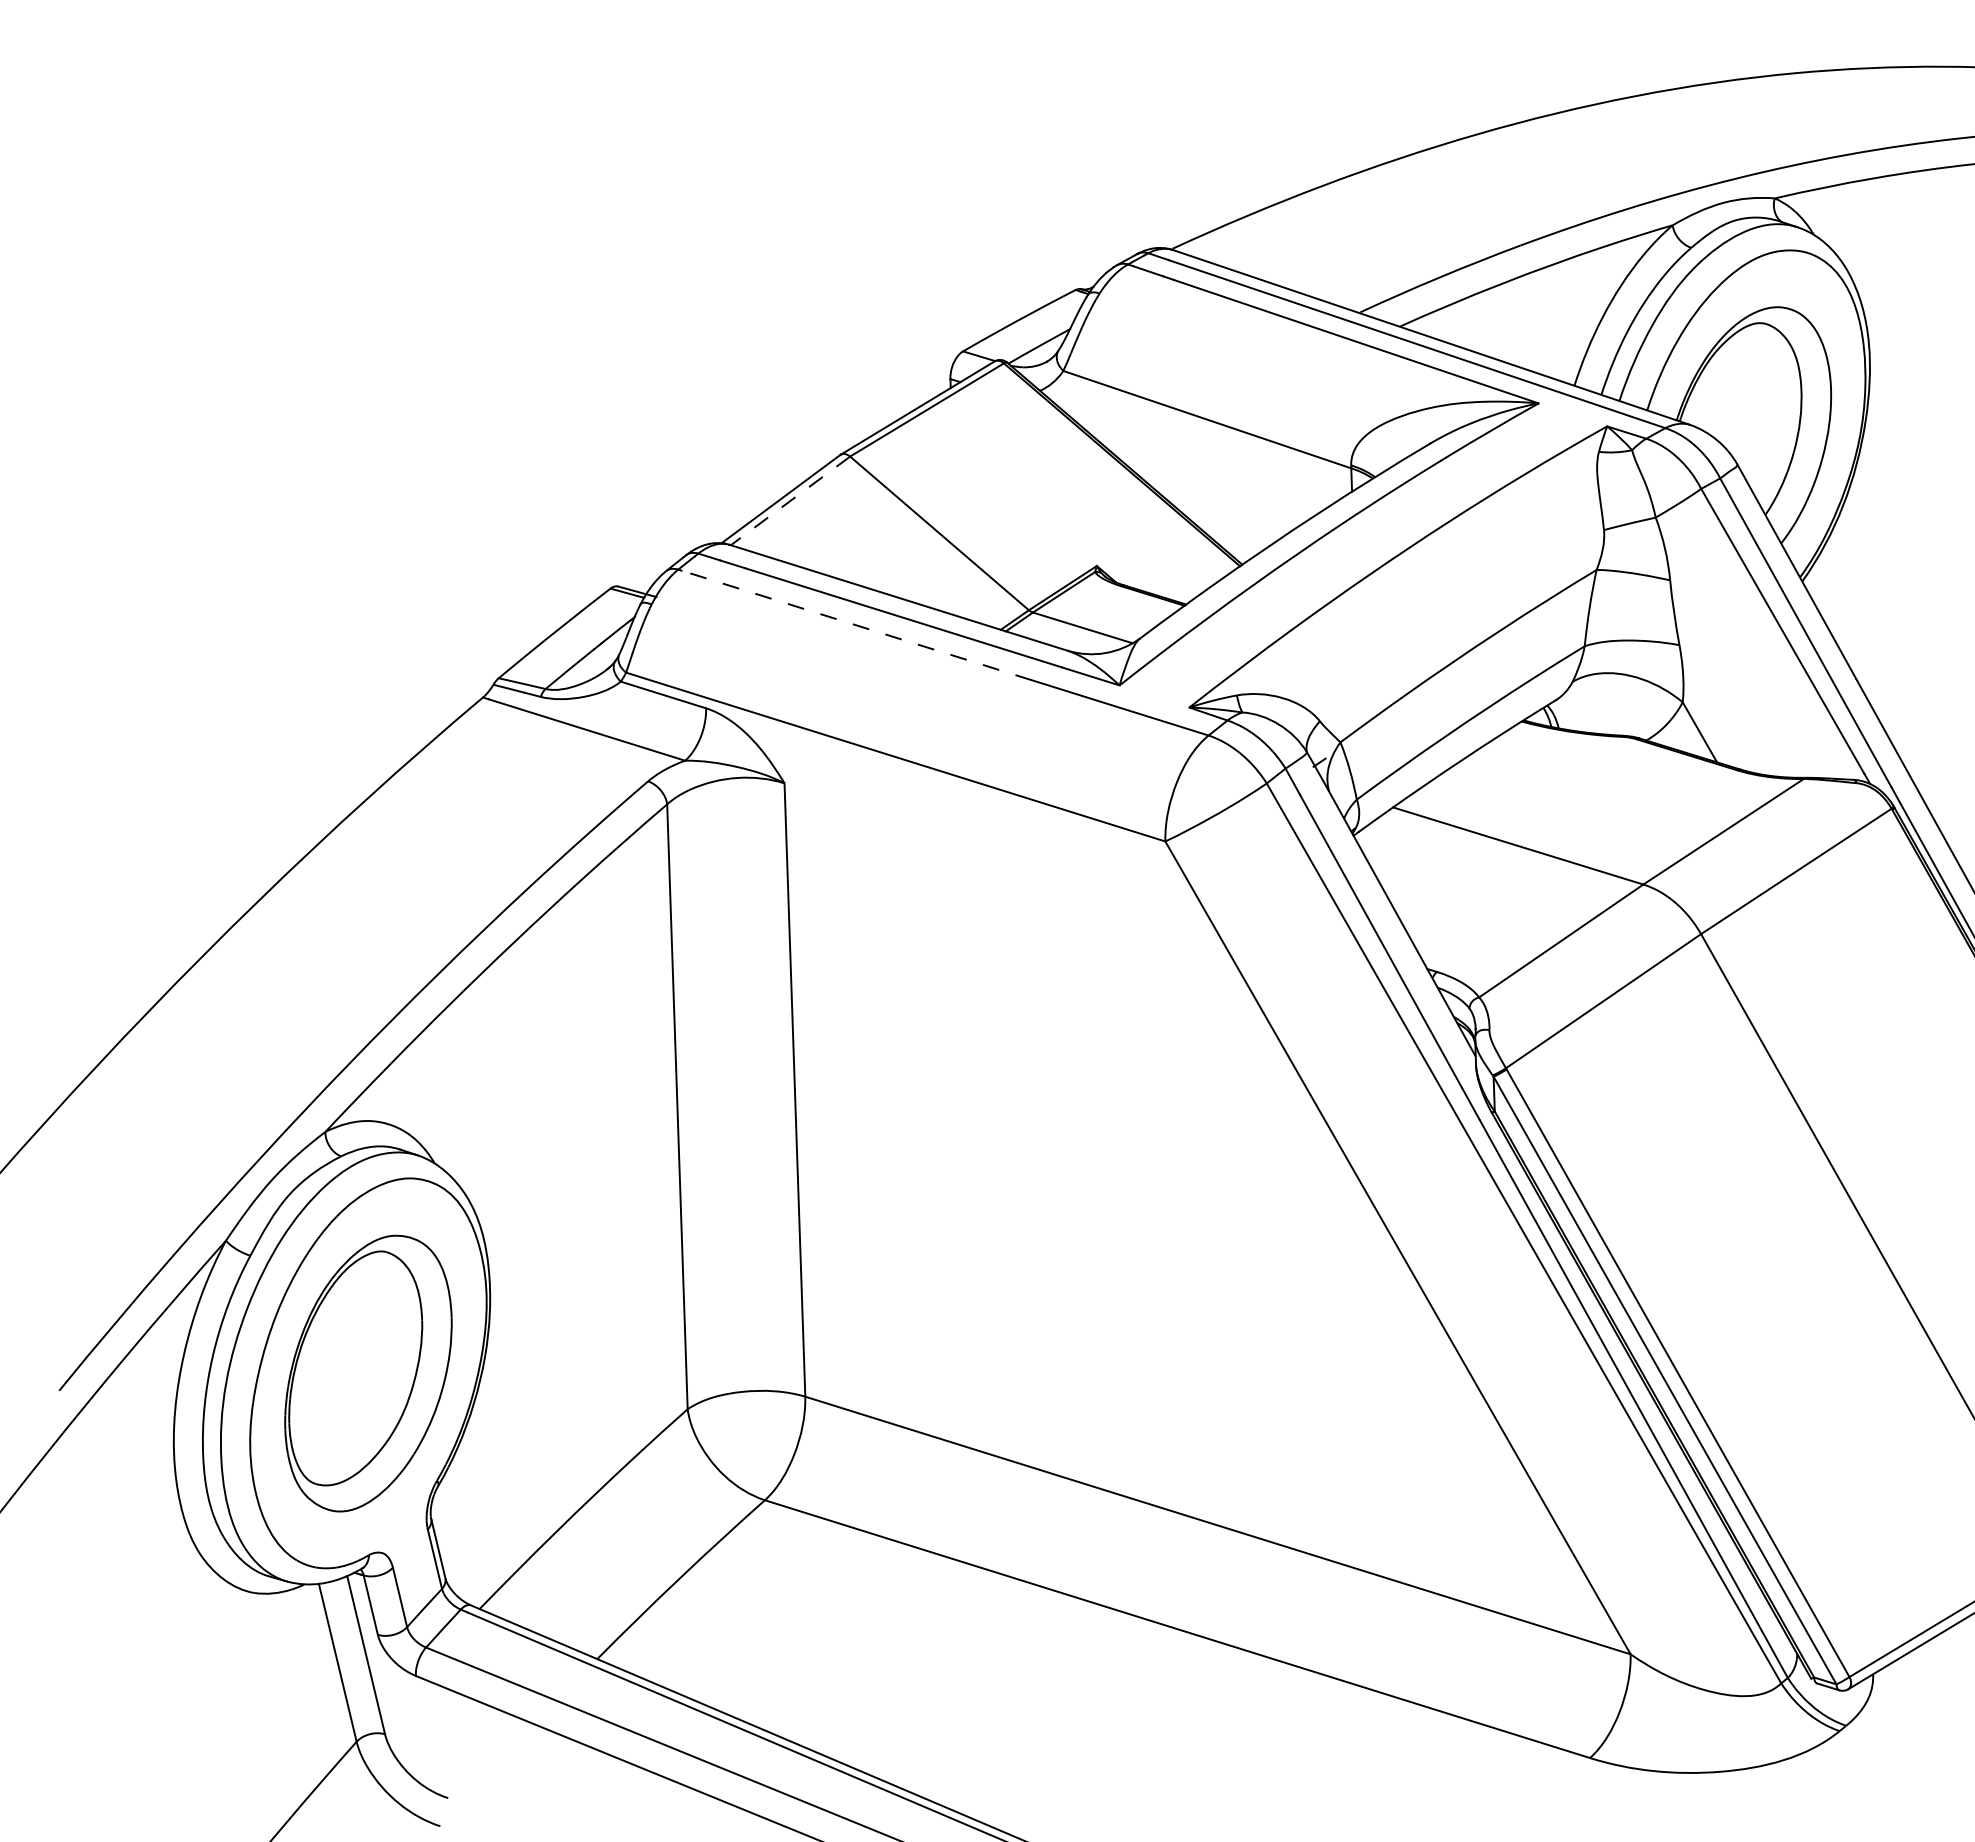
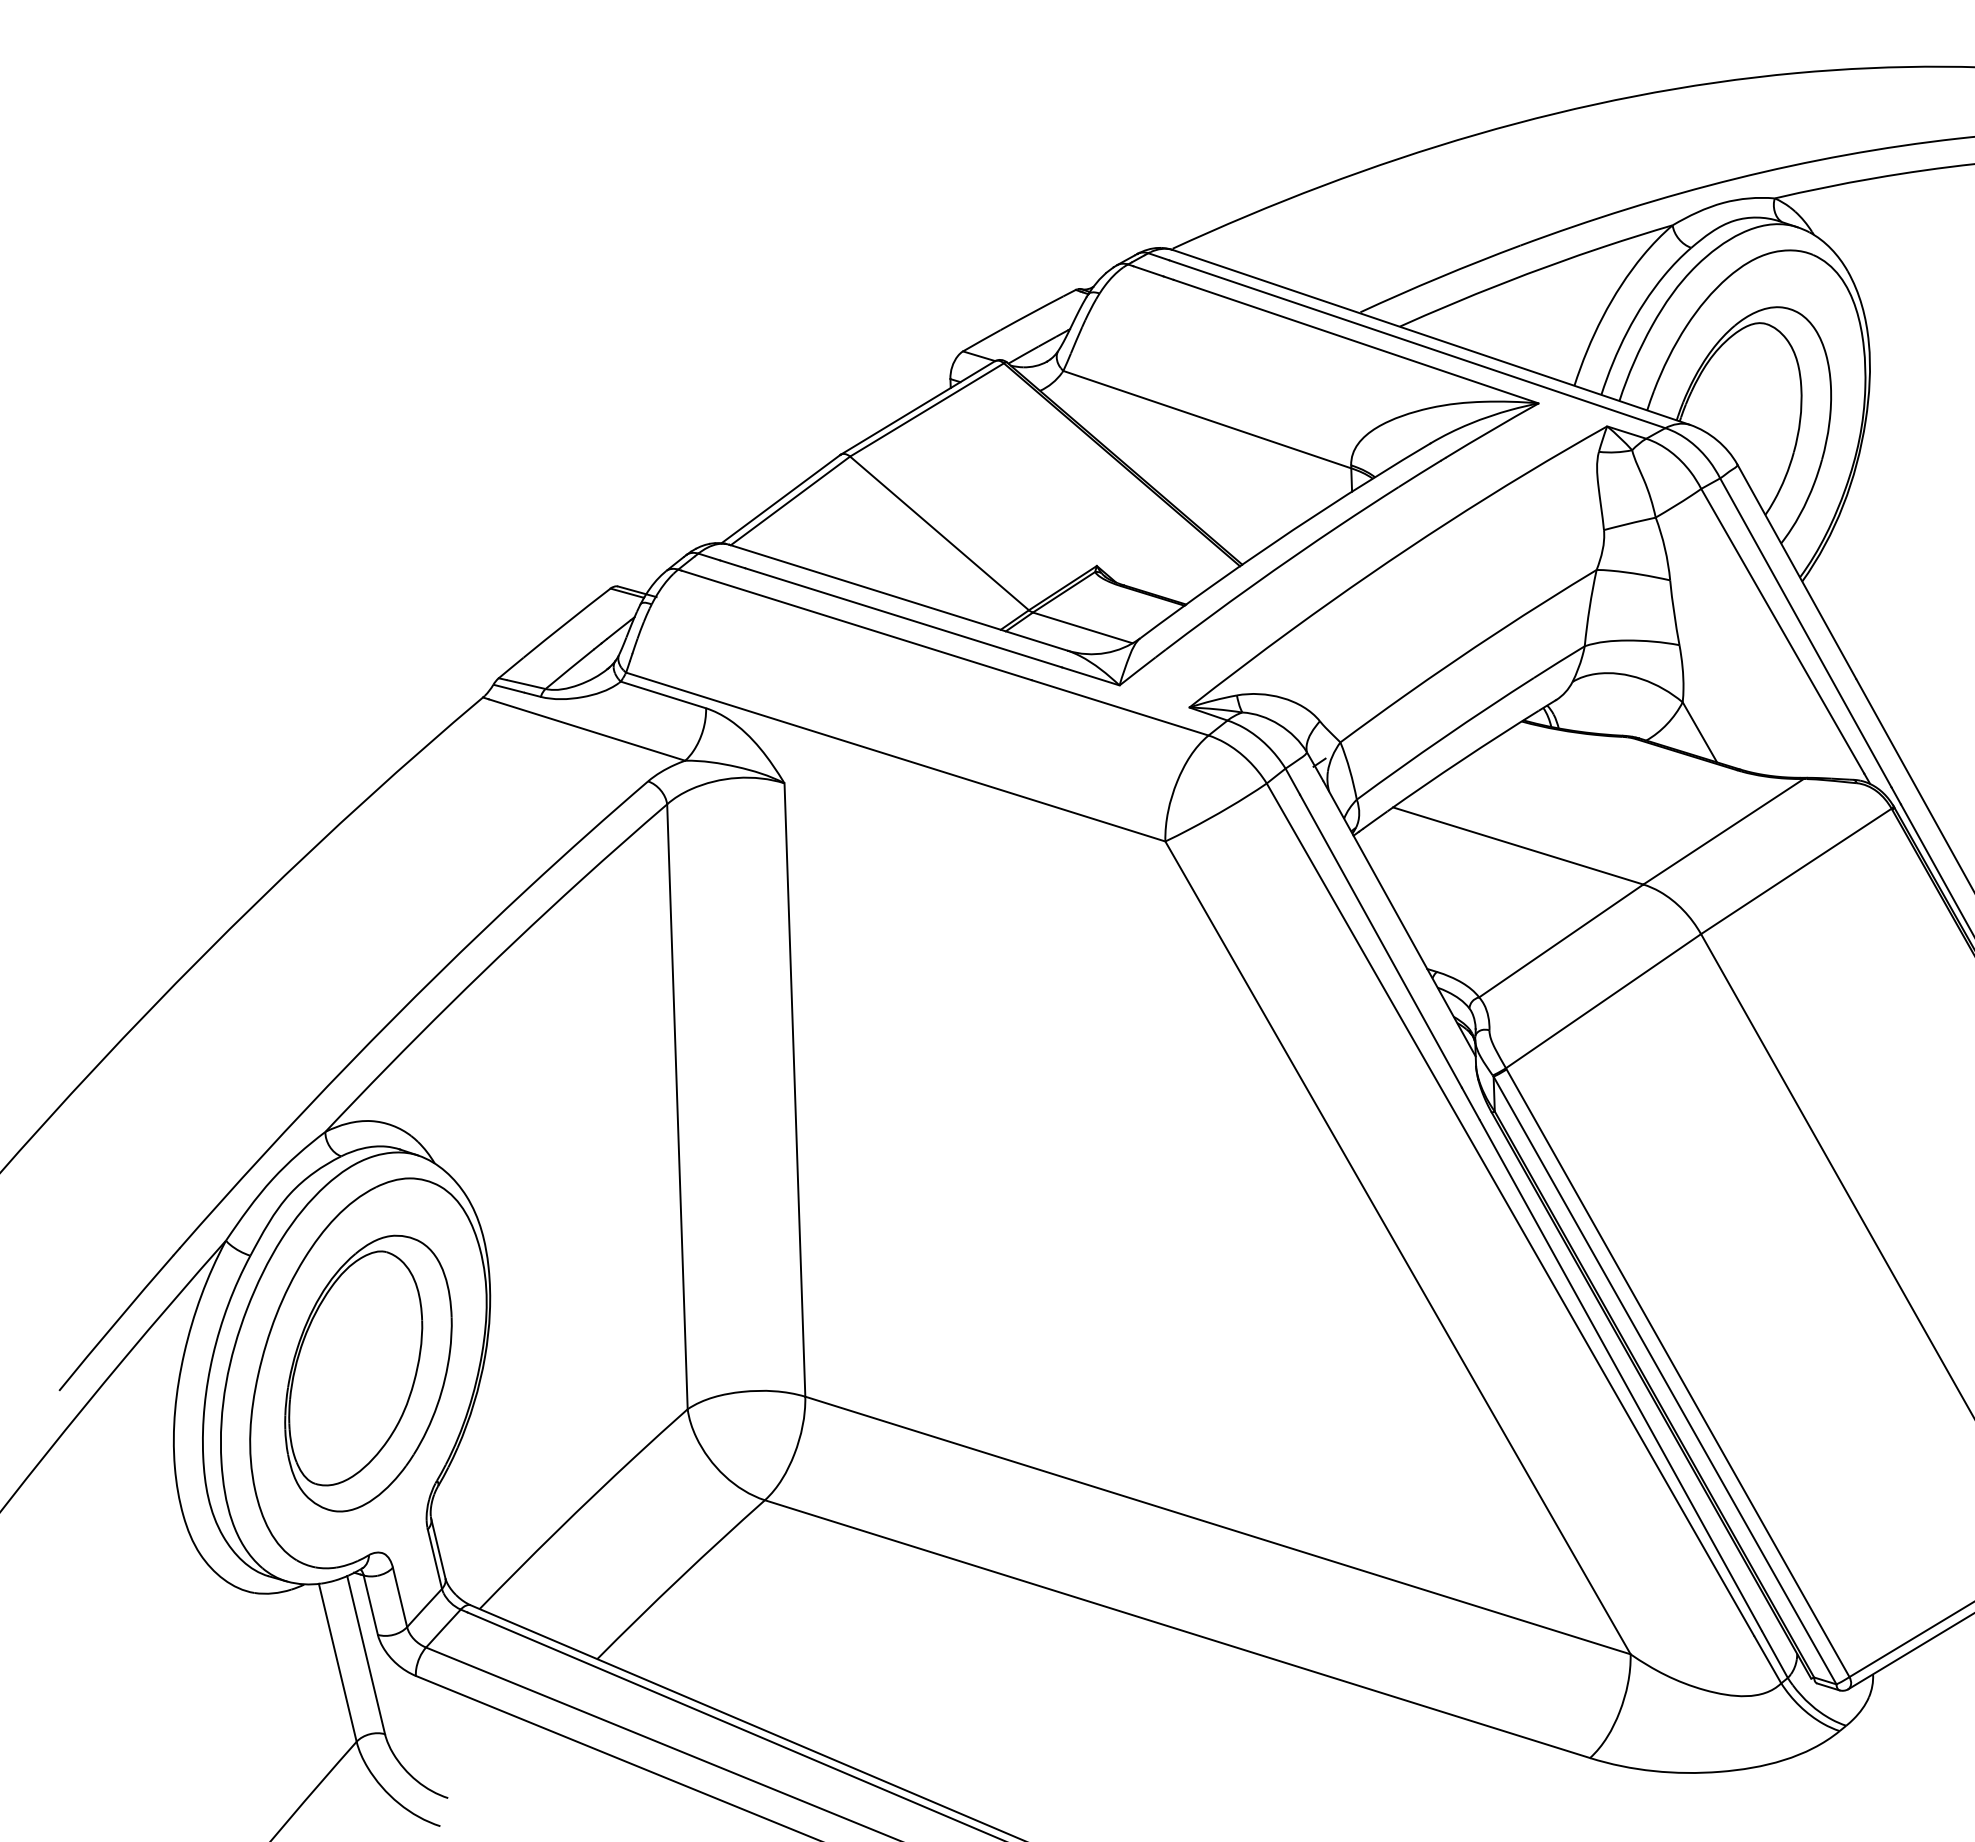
line at (790, 501): dashed -> solid
line at (856, 625): dashed -> solid
